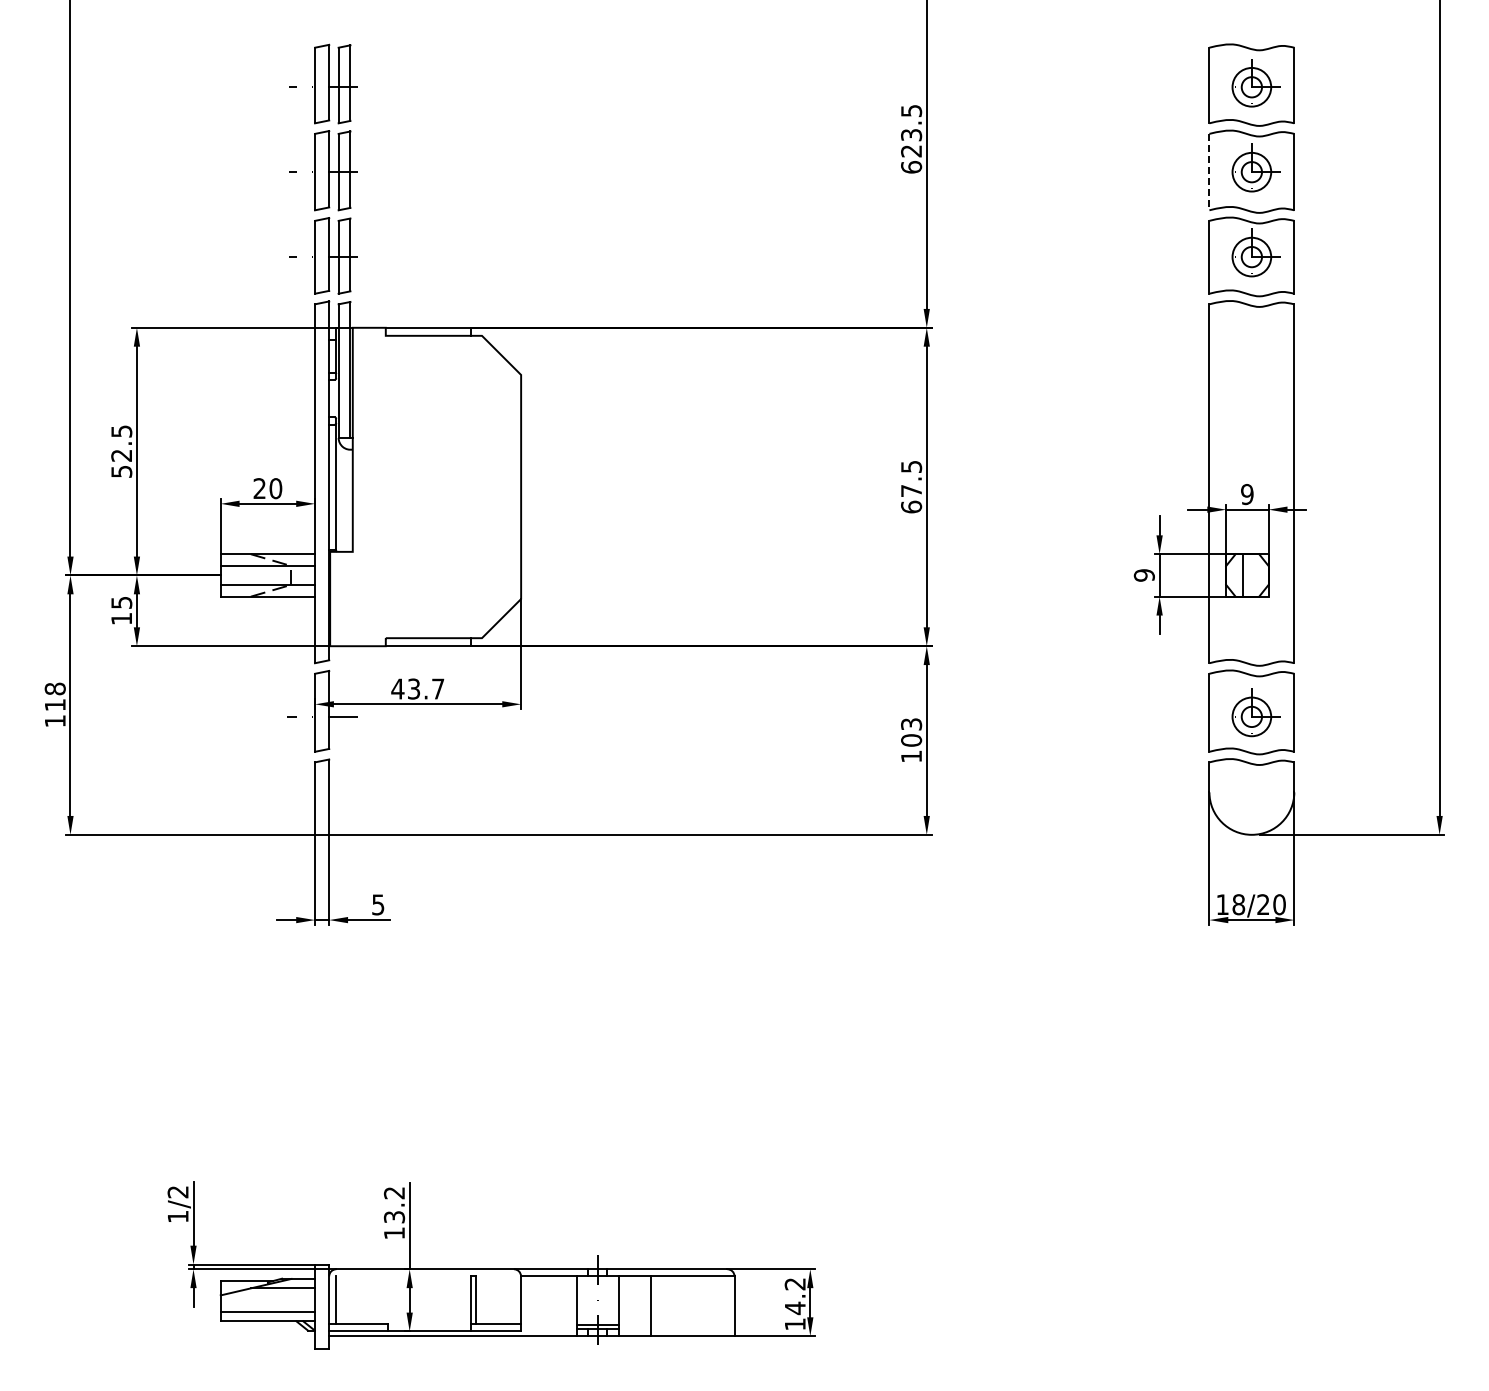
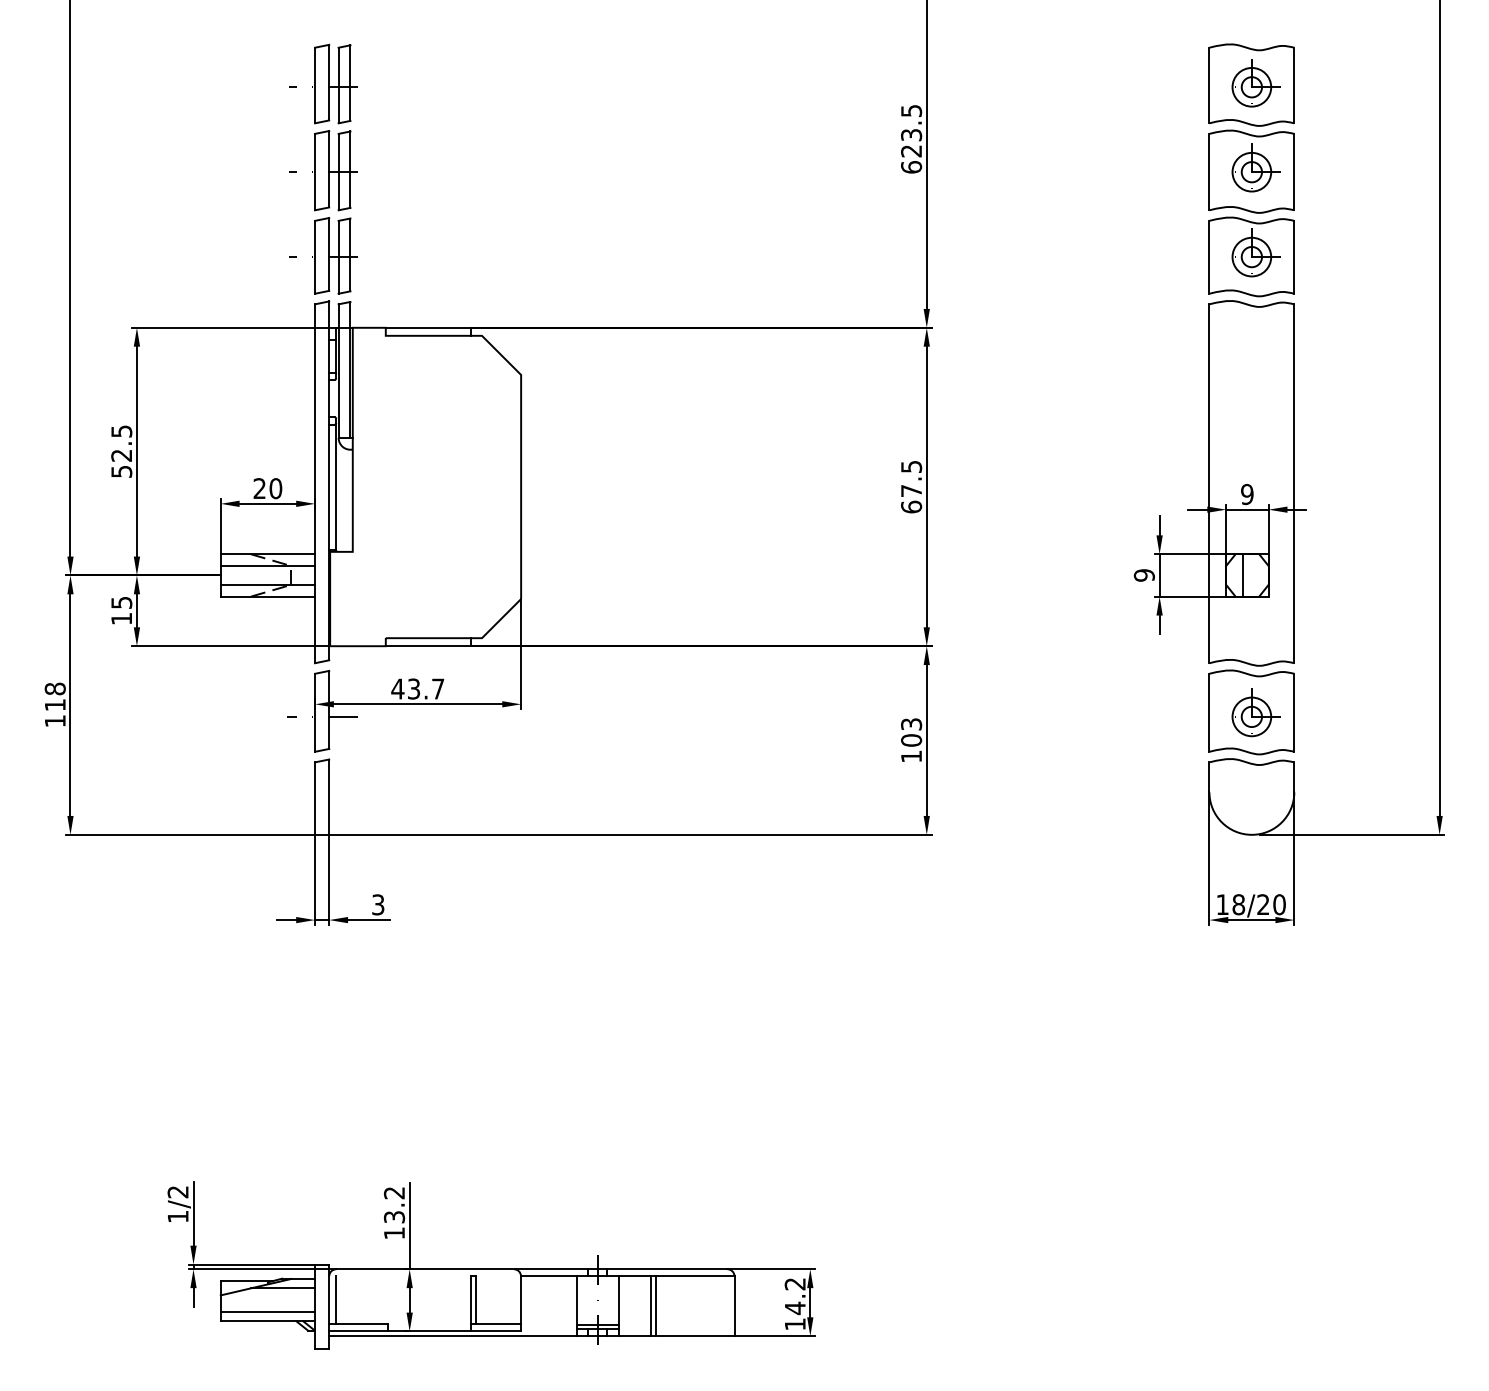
line at (1209, 172): dashed -> solid
text at (378, 904): 5 -> 3
line at (656, 1306): none -> present
